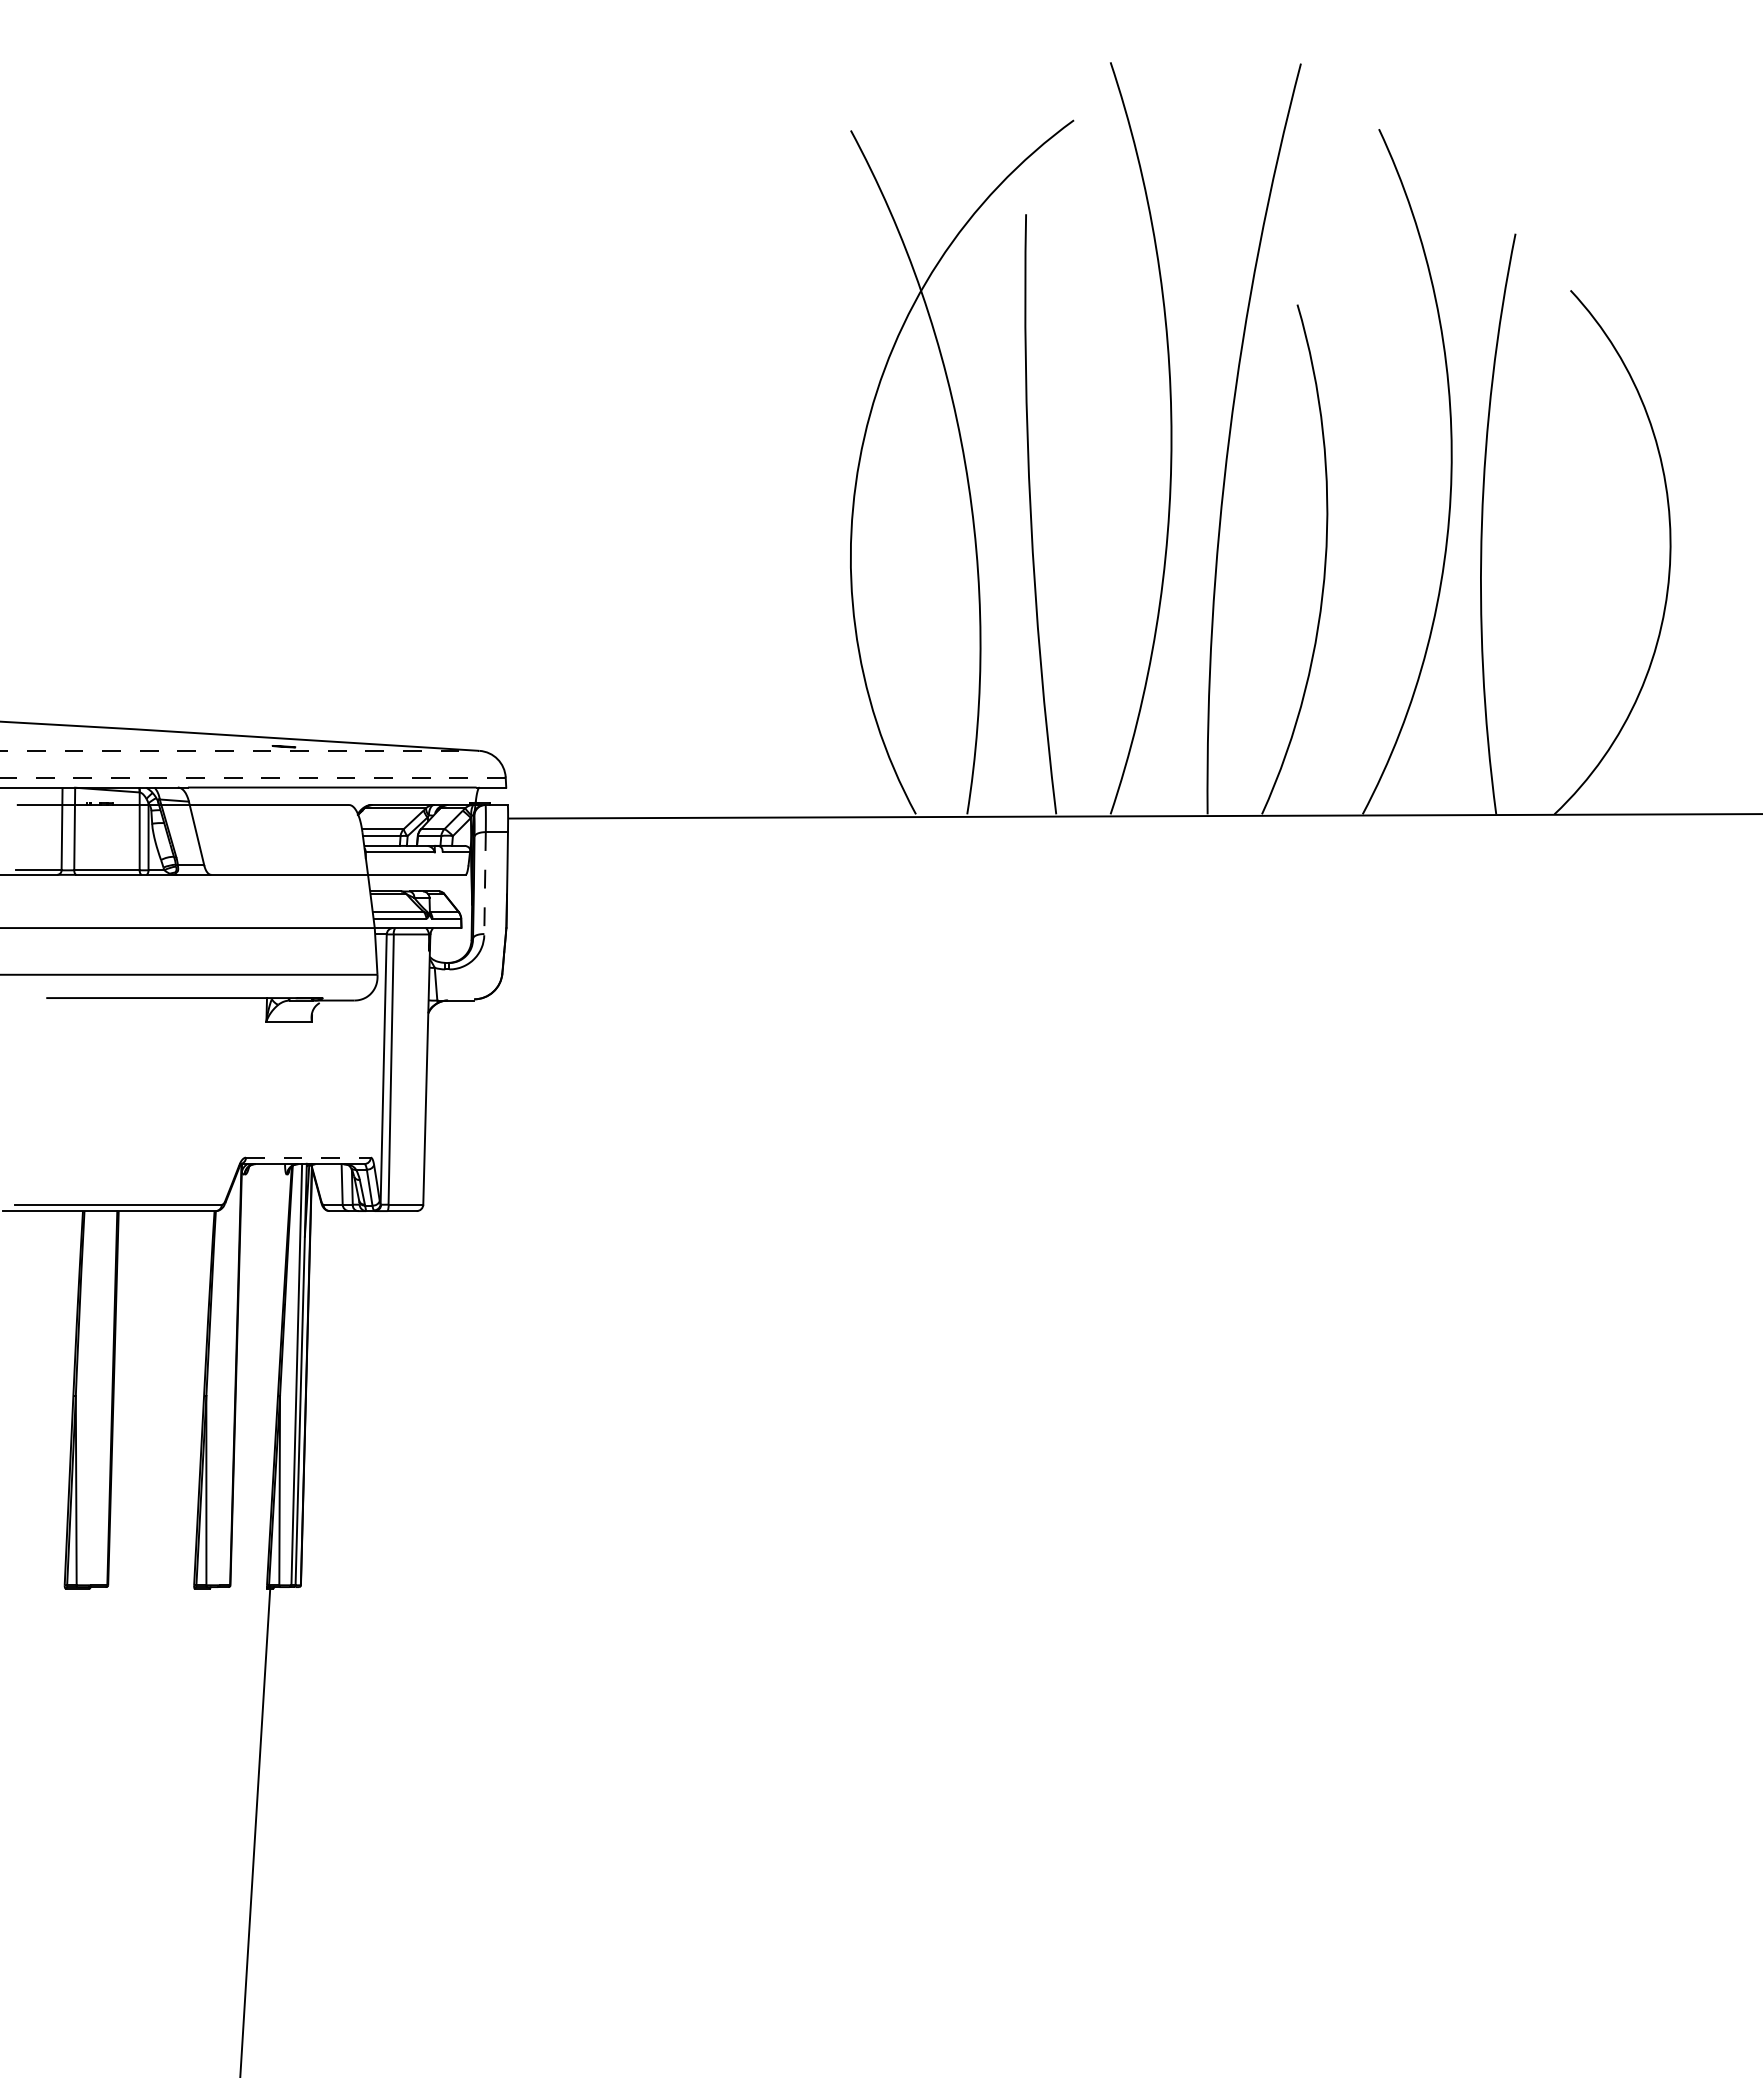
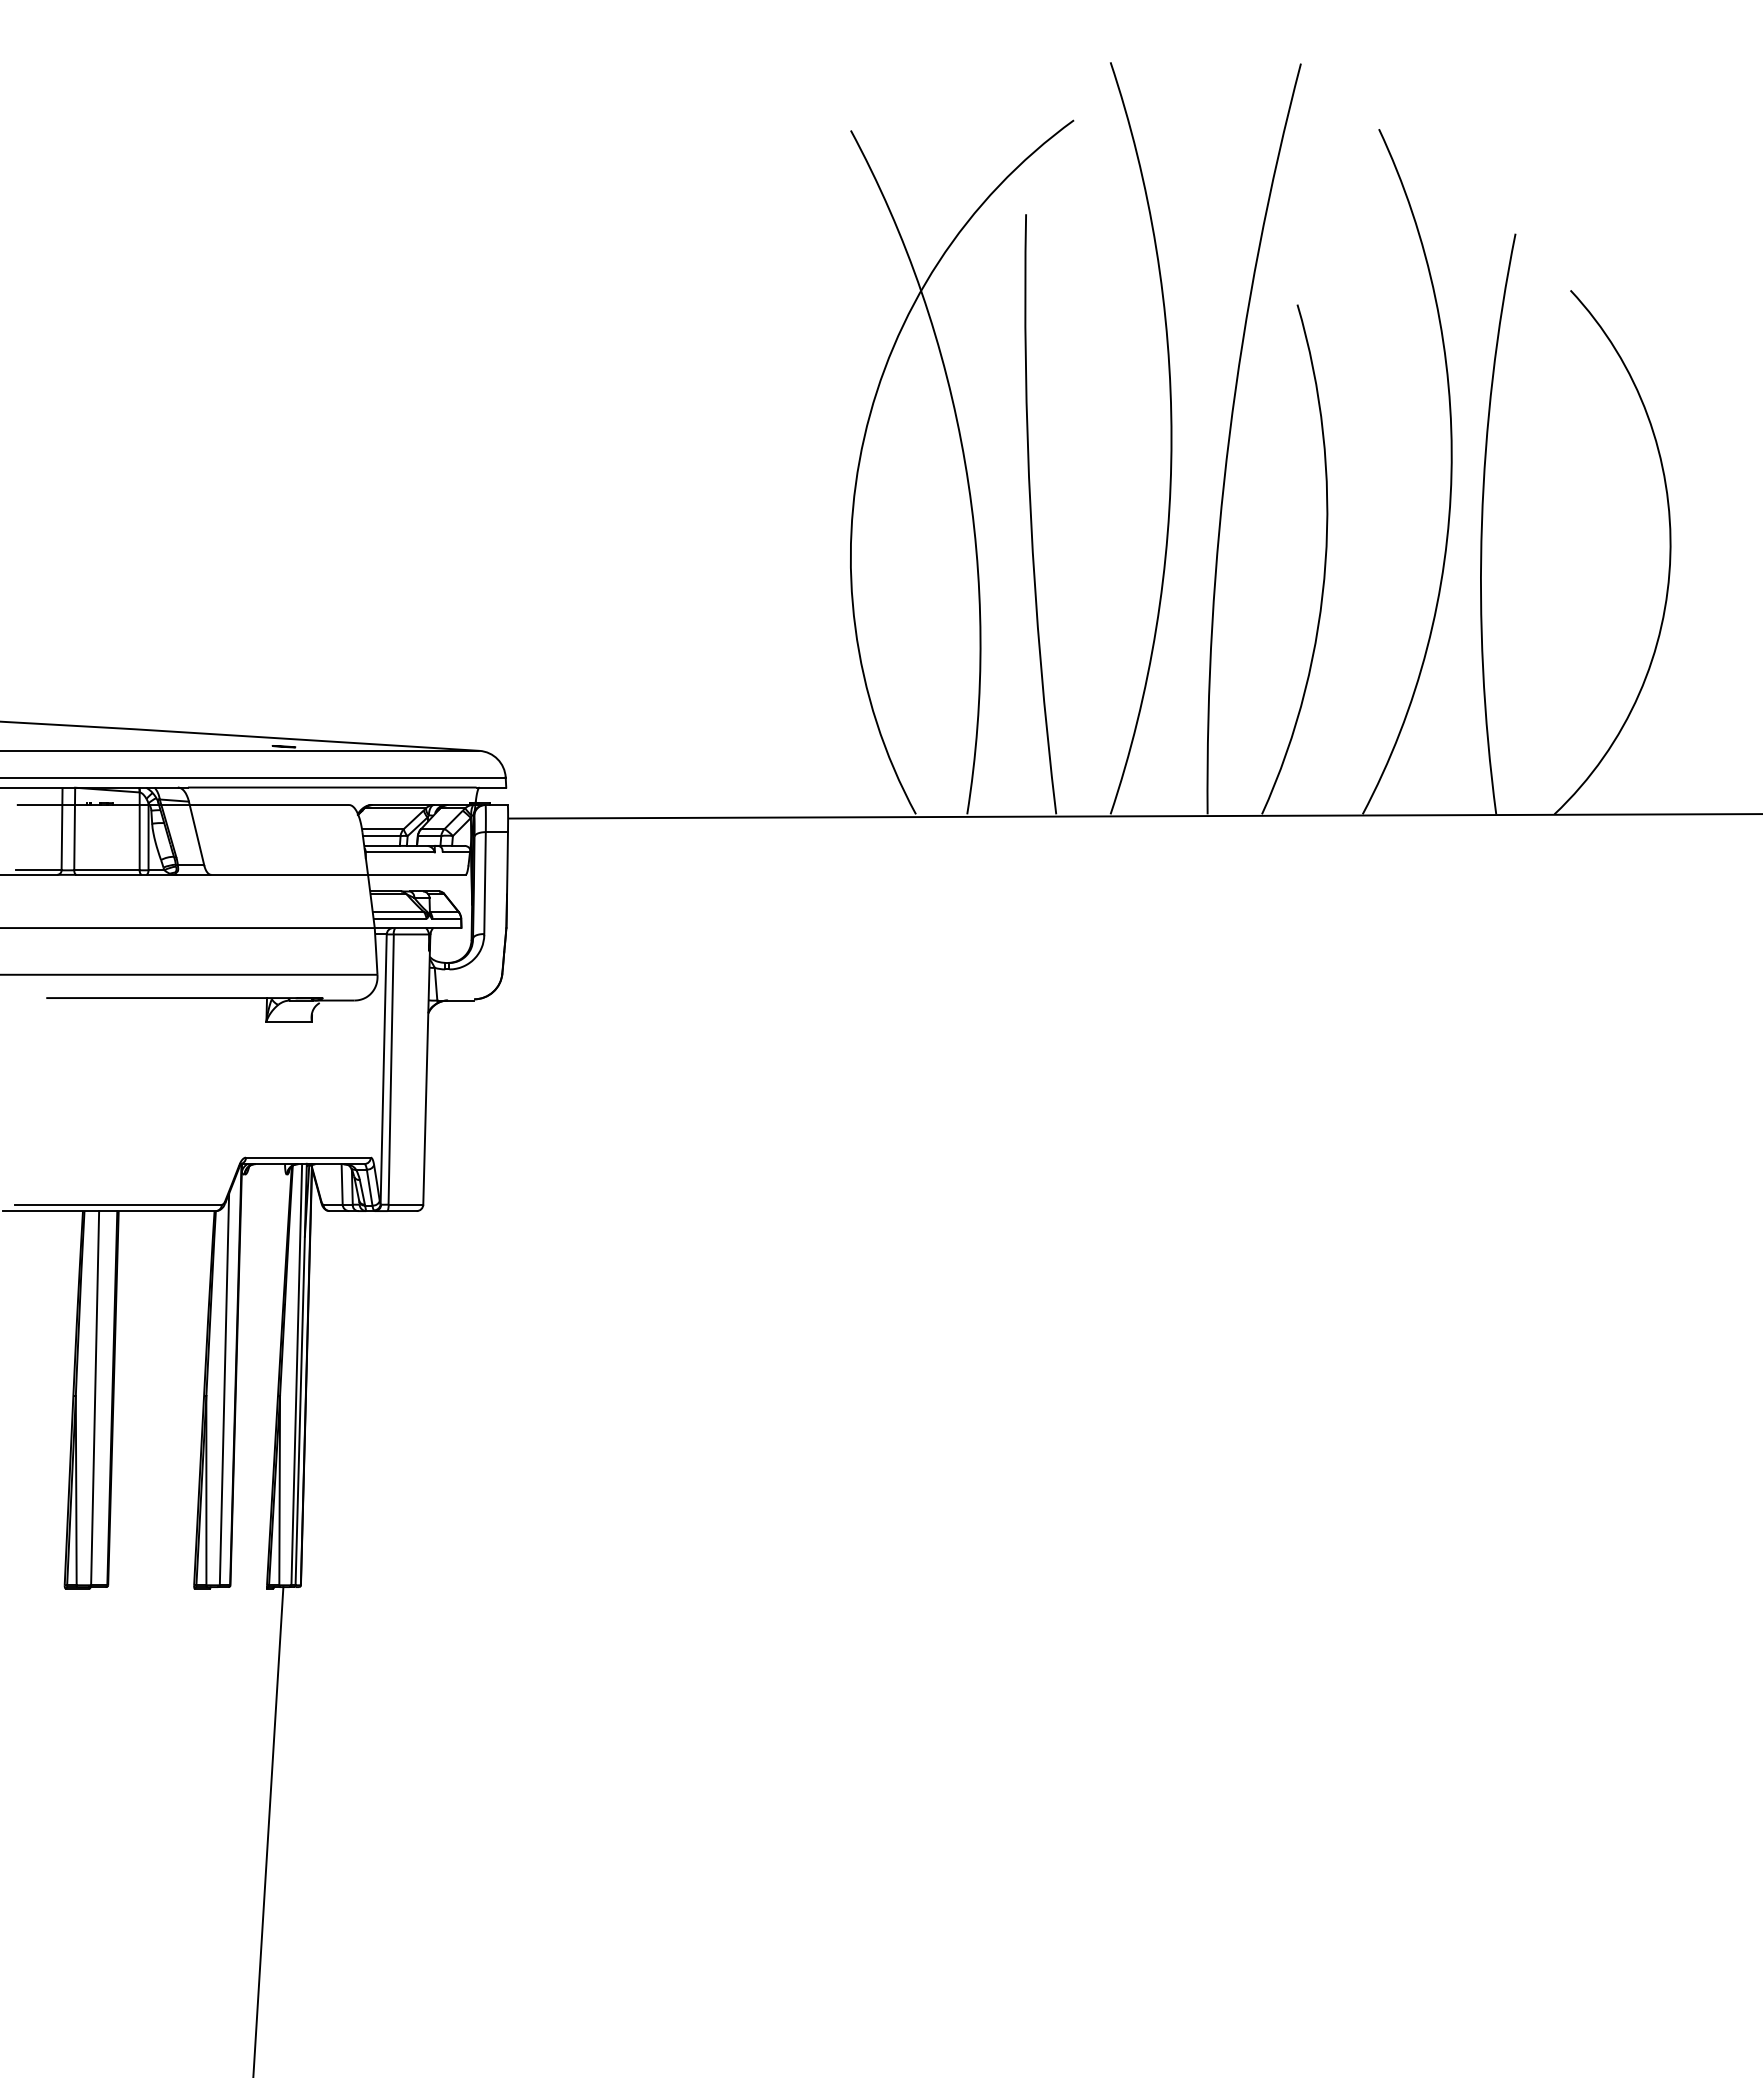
line at (240, 750): dashed -> solid
line at (252, 777): dashed -> solid
line at (485, 883): dashed -> solid
line at (308, 1157): dashed -> solid
line at (224, 1389): none -> present
line at (95, 1398): none -> present
line at (255, 1830) position: (255, 1830) -> (268, 1830)
